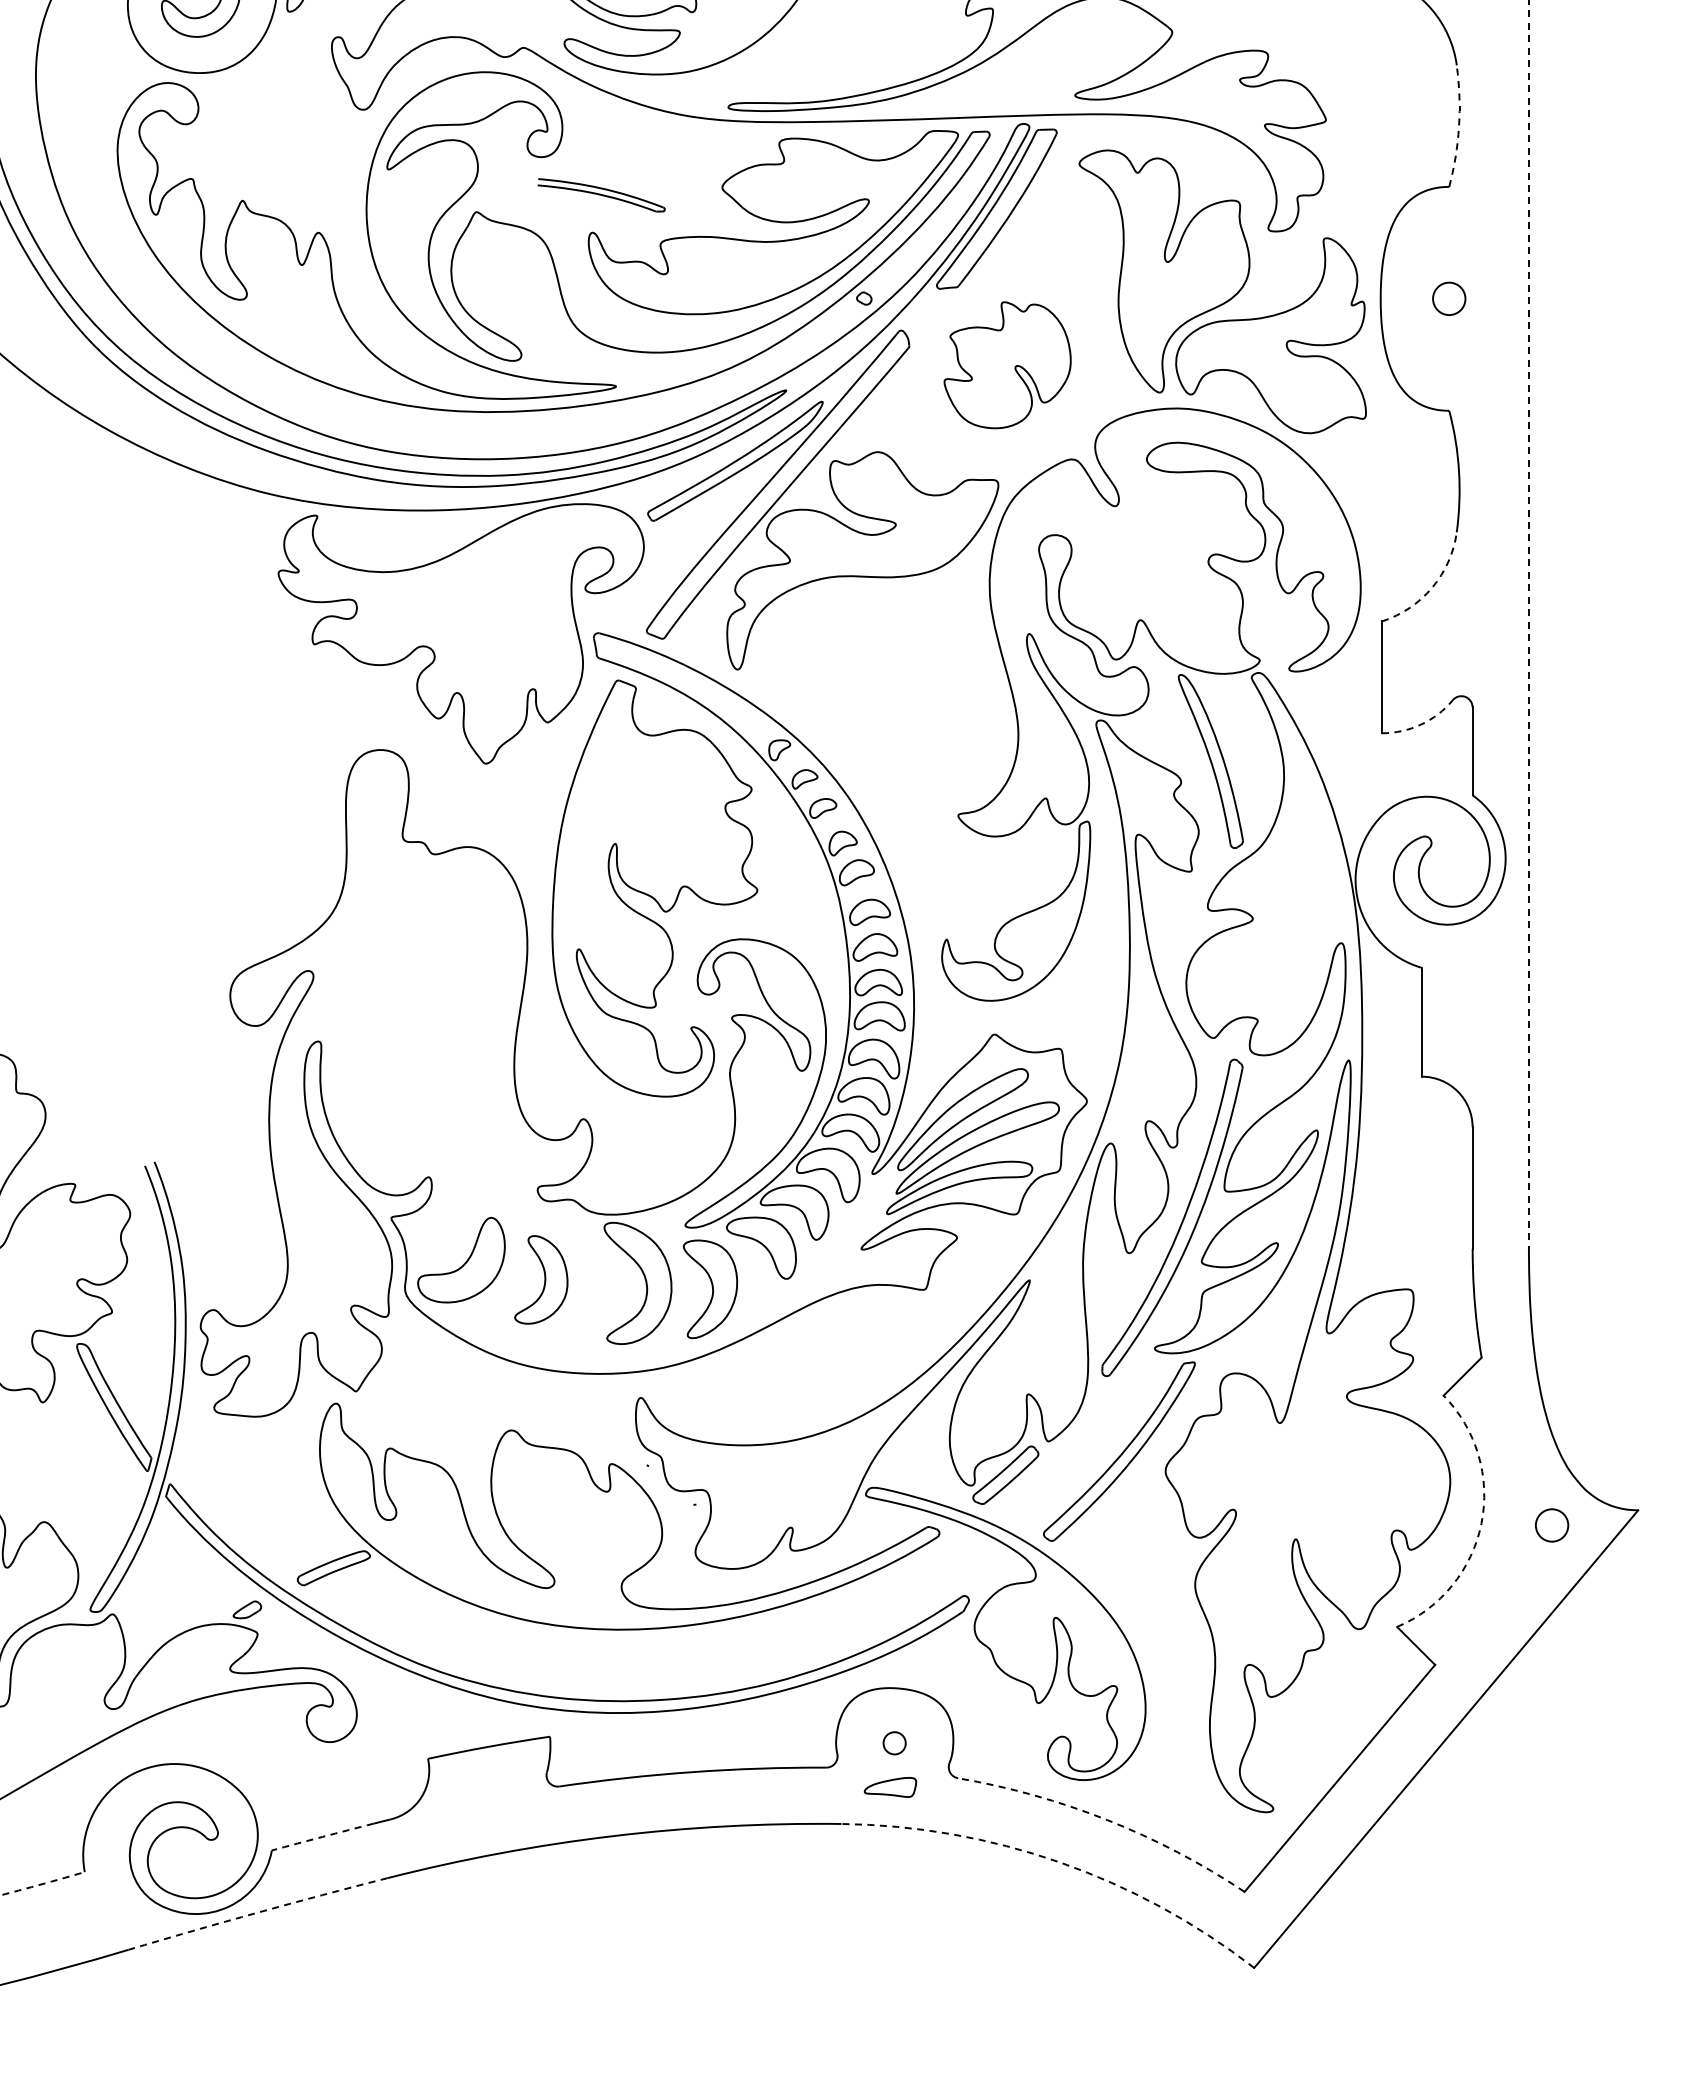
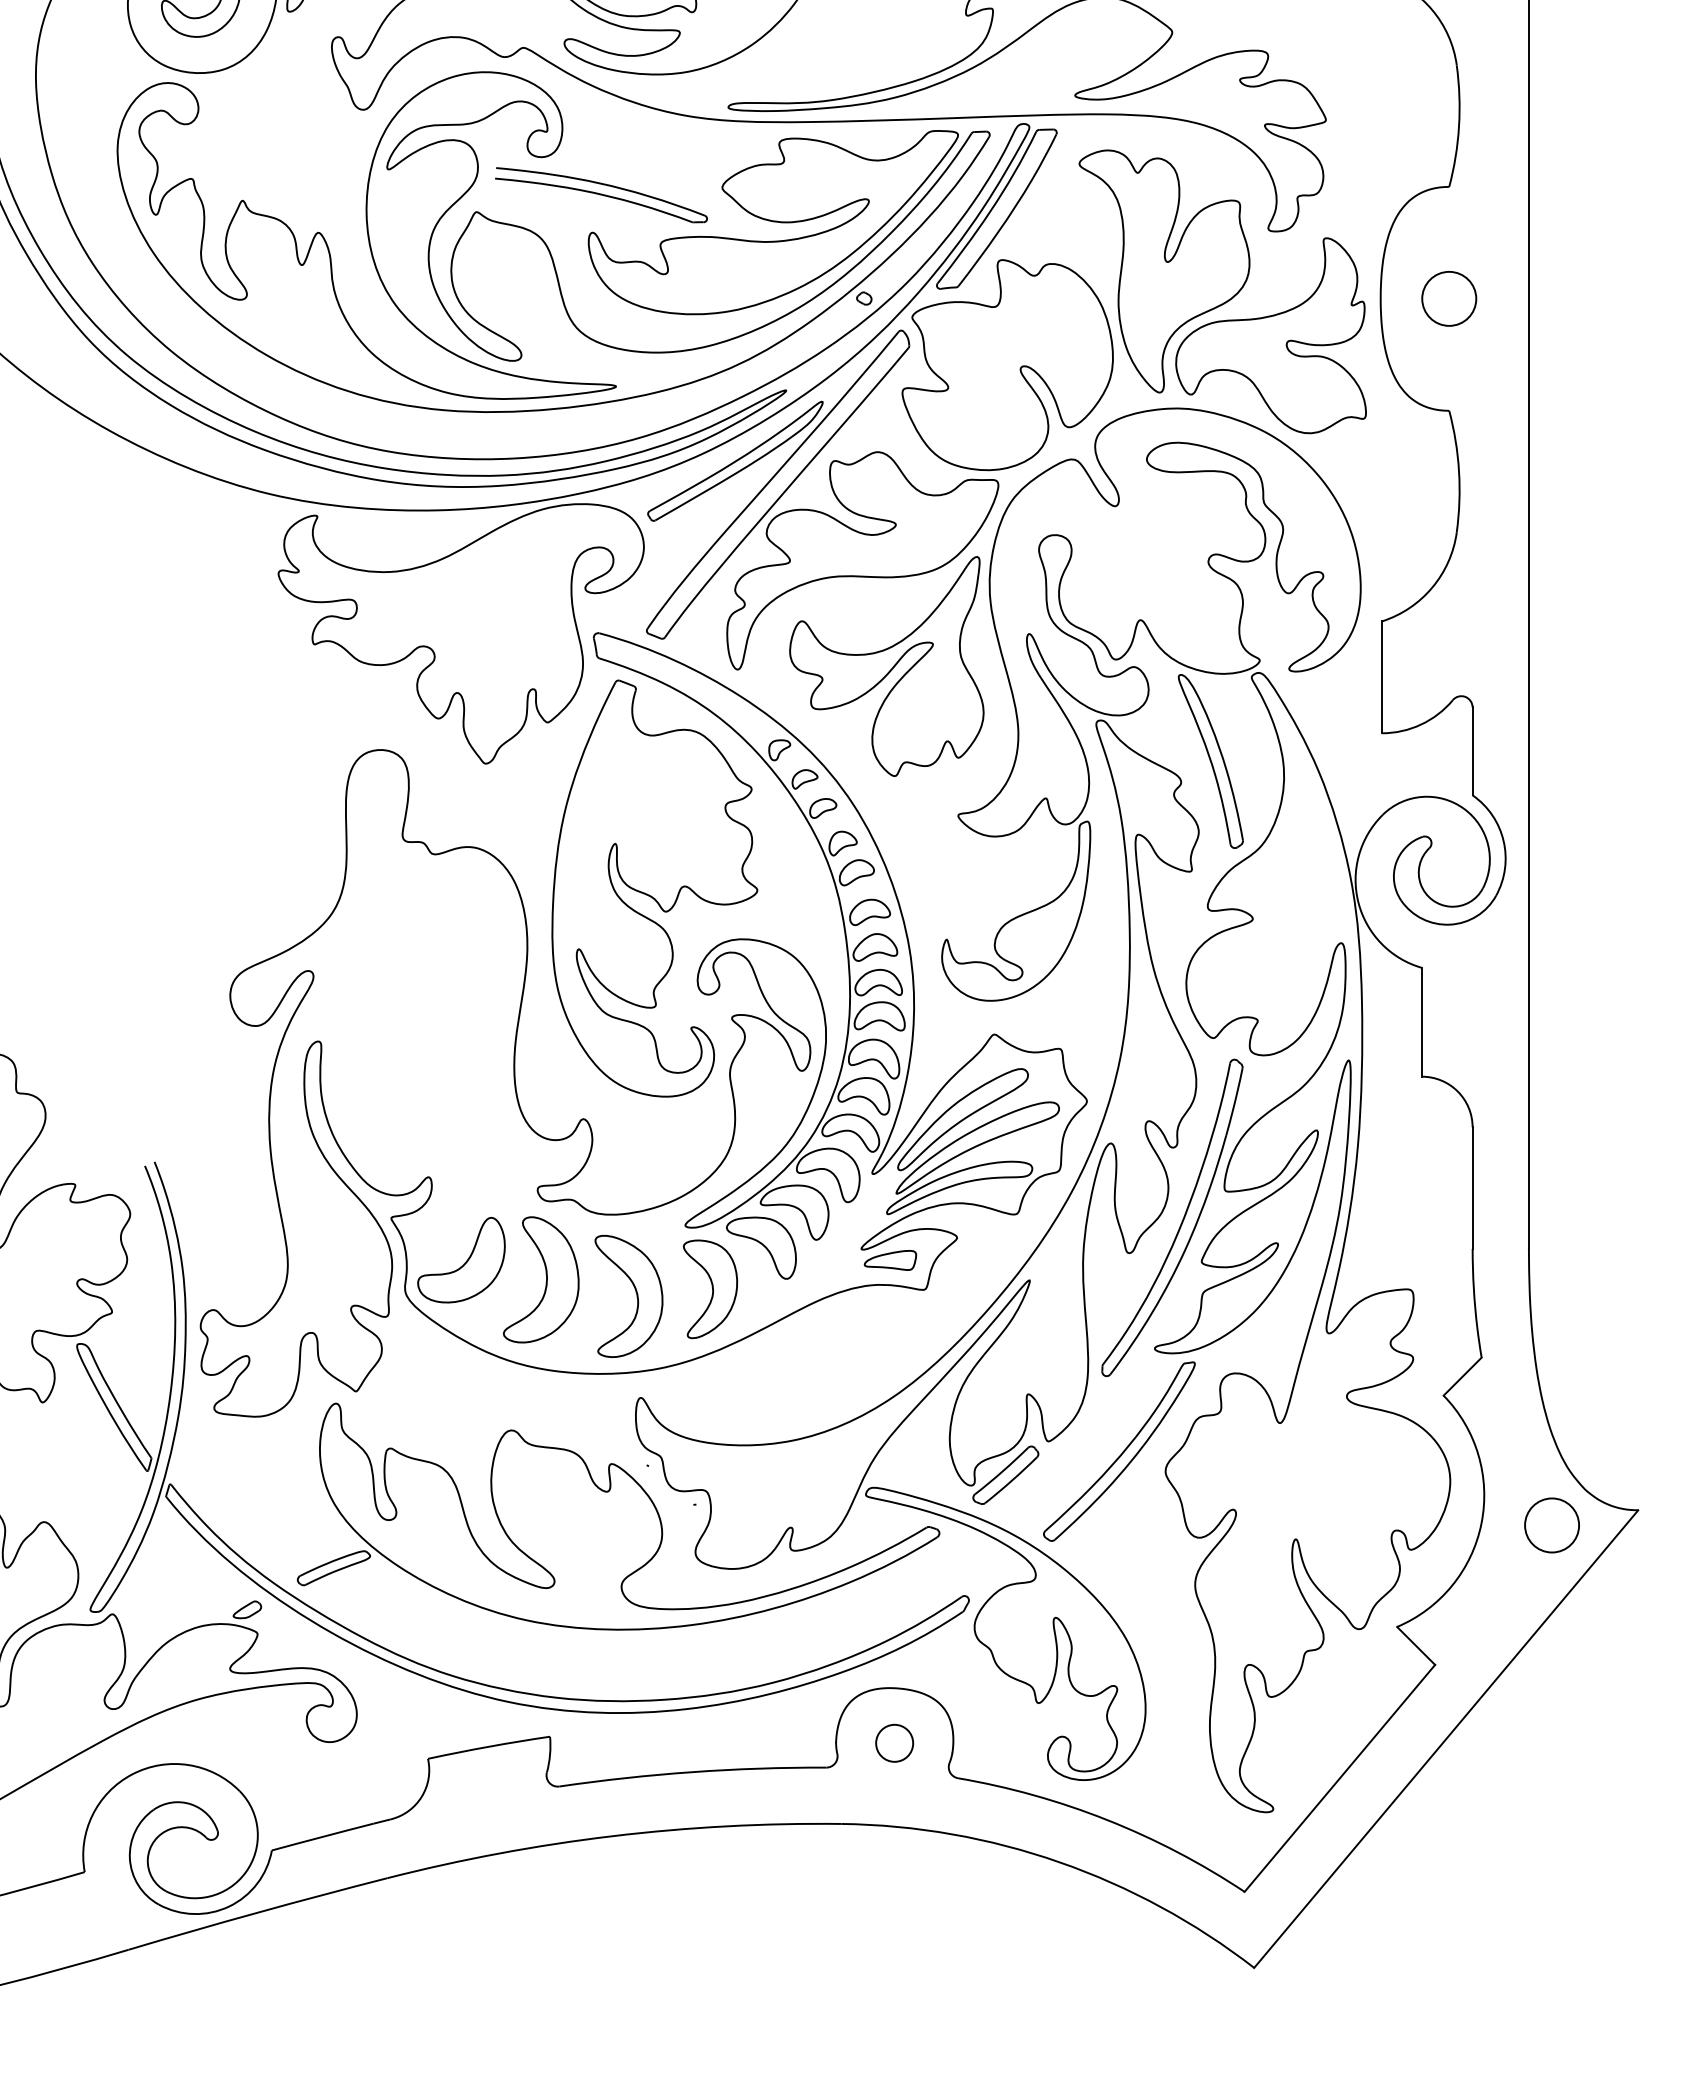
arc at (1459, 126): dashed -> solid
part at (601, 195) size: 129x35 px -> 213x57 px
circle at (1449, 298) diameter: 32 px -> 54 px
part at (1007, 365) size: 129x129 px -> 213x213 px
arc at (1432, 587): dashed -> solid
line at (1528, 625): dashed -> solid
part at (886, 666): none -> present
arc at (1421, 724): dashed -> solid
part at (541, 1279) size: 55x90 px -> 77x128 px
part at (644, 1279) position: (644, 1279) -> (635, 1292)
arc at (1481, 1523): dashed -> solid
circle at (1551, 1525) diameter: 32 px -> 54 px
circle at (894, 1743) diameter: 22 px -> 37 px
part at (890, 1787) position: (890, 1787) -> (890, 1260)
arc at (1107, 1820): dashed -> solid
arc at (322, 1836): dashed -> solid
arc at (1059, 1862): dashed -> solid
arc at (42, 1884): dashed -> solid
arc at (257, 1912): dashed -> solid
